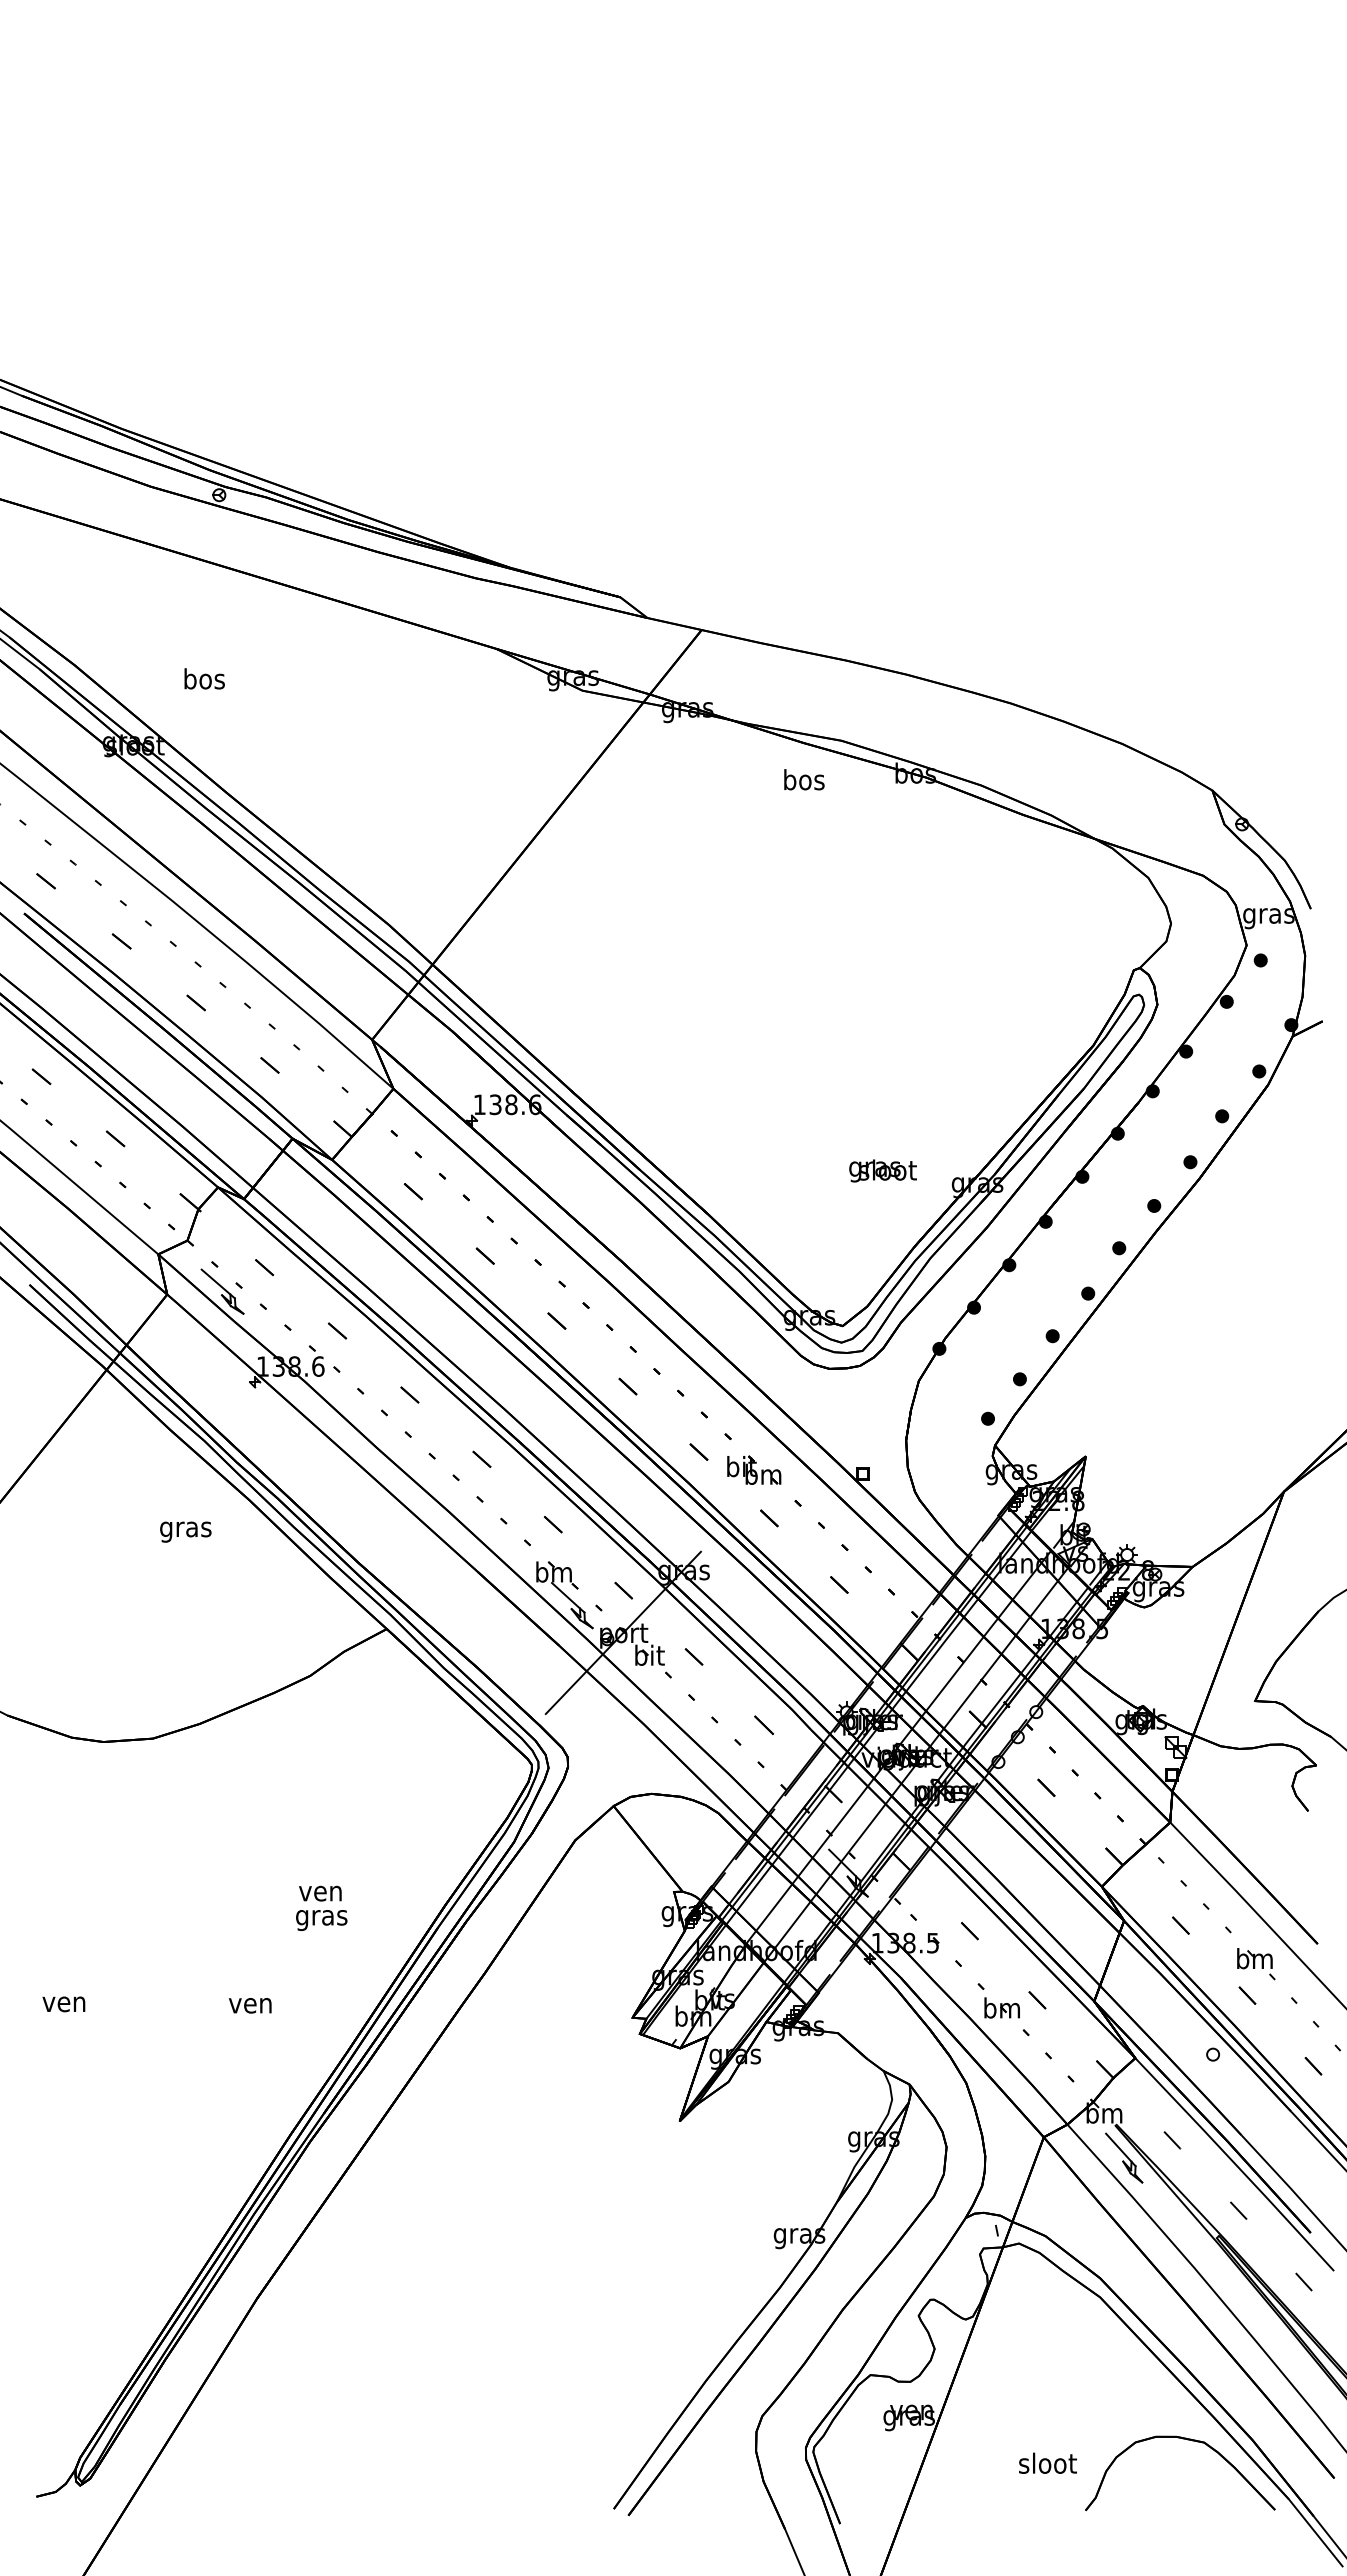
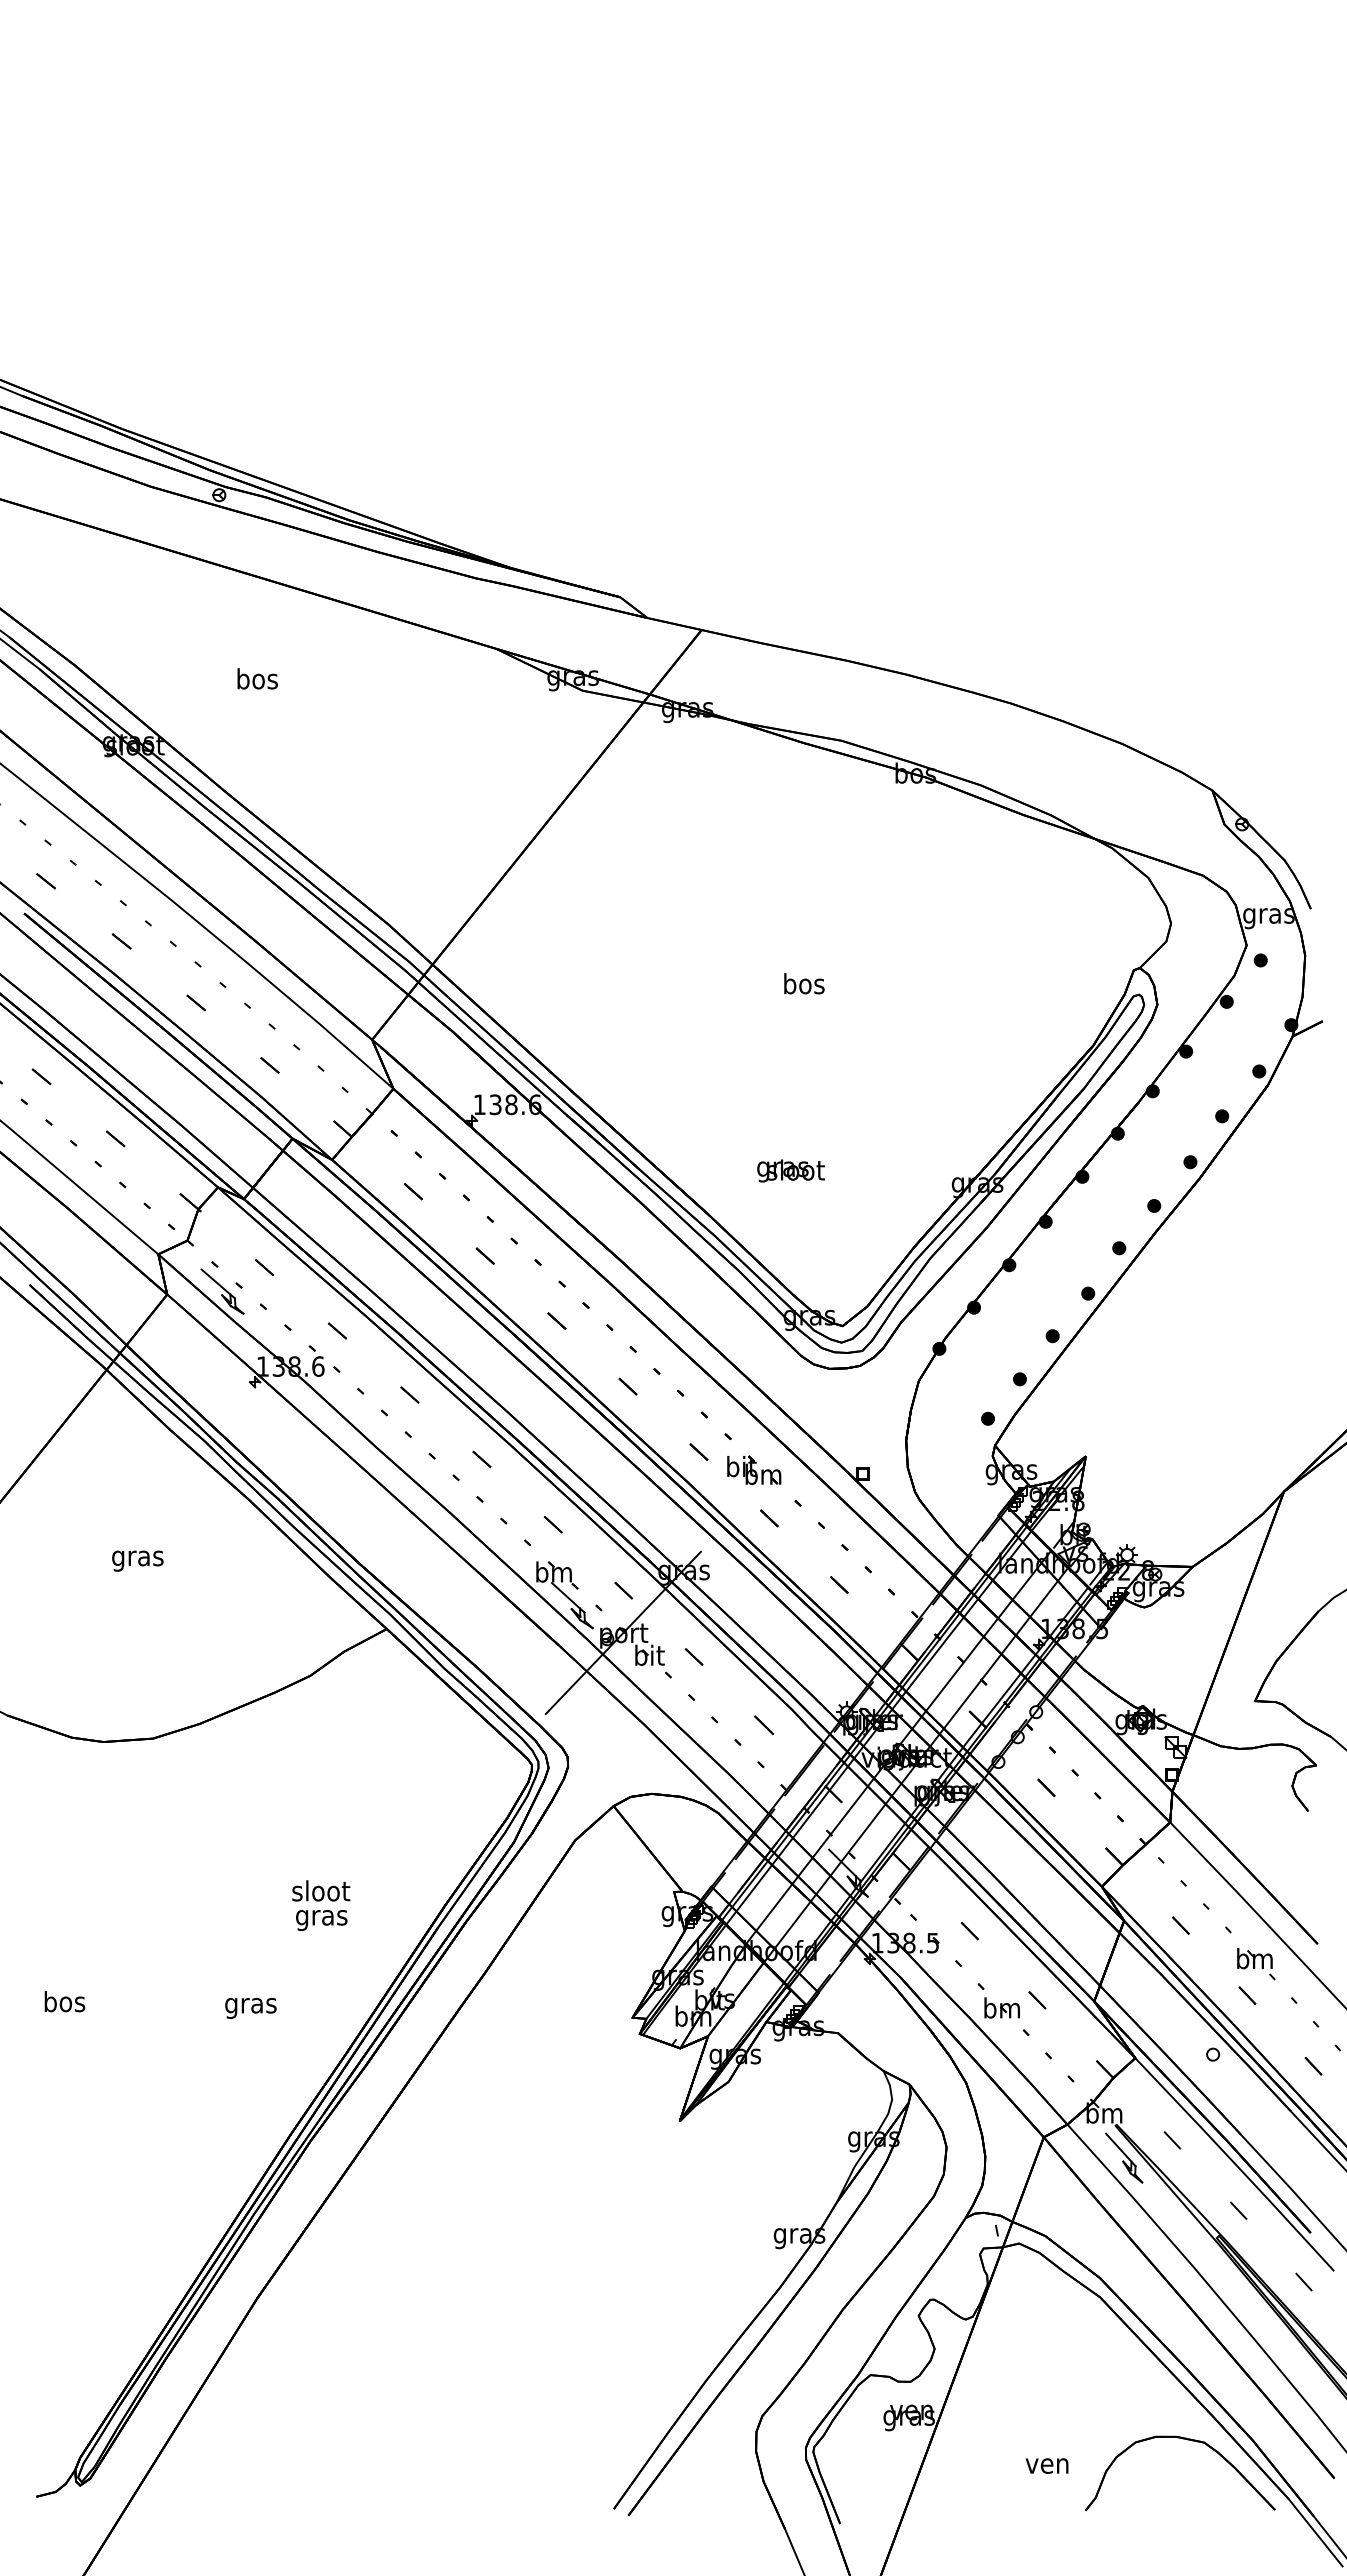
text at (204, 678) position: (204, 678) -> (257, 678)
text at (804, 779) position: (804, 779) -> (804, 983)
text at (882, 1170) position: (882, 1170) -> (790, 1170)
text at (185, 1531) position: (185, 1531) -> (137, 1560)
text at (321, 1890): ven -> sloot
text at (63, 2001): ven -> bos
text at (250, 2007): ven -> gras
text at (1047, 2462): sloot -> ven
